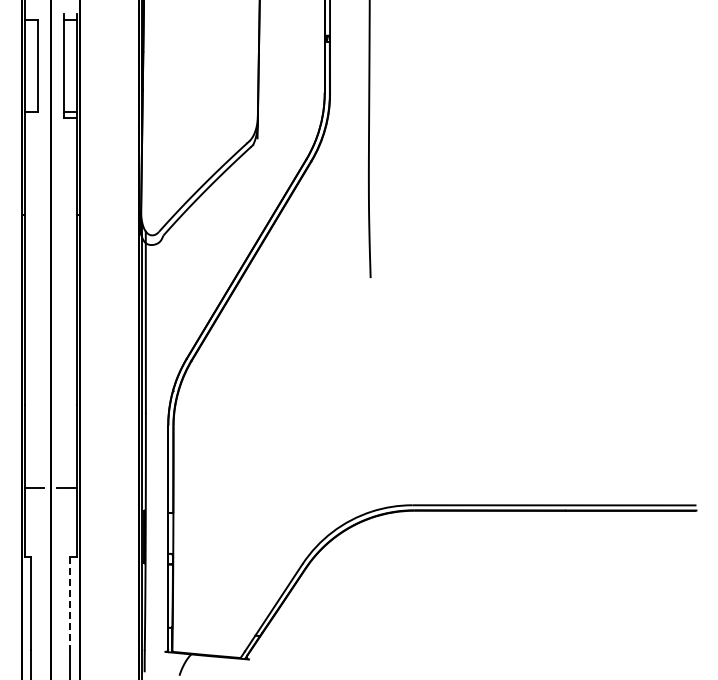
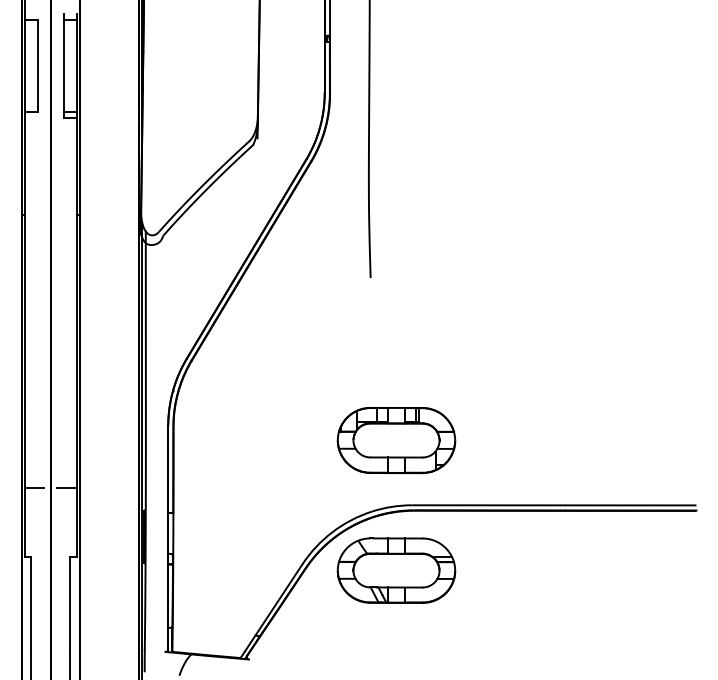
part at (396, 440): none -> present
part at (396, 570): none -> present
line at (70, 603): dashed -> solid
